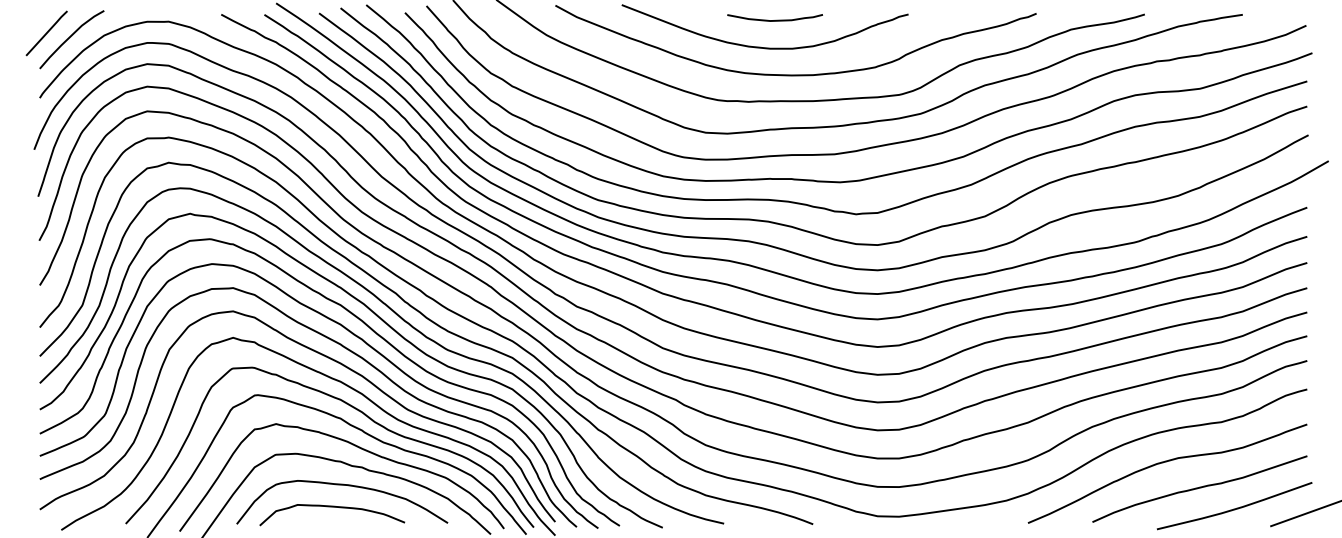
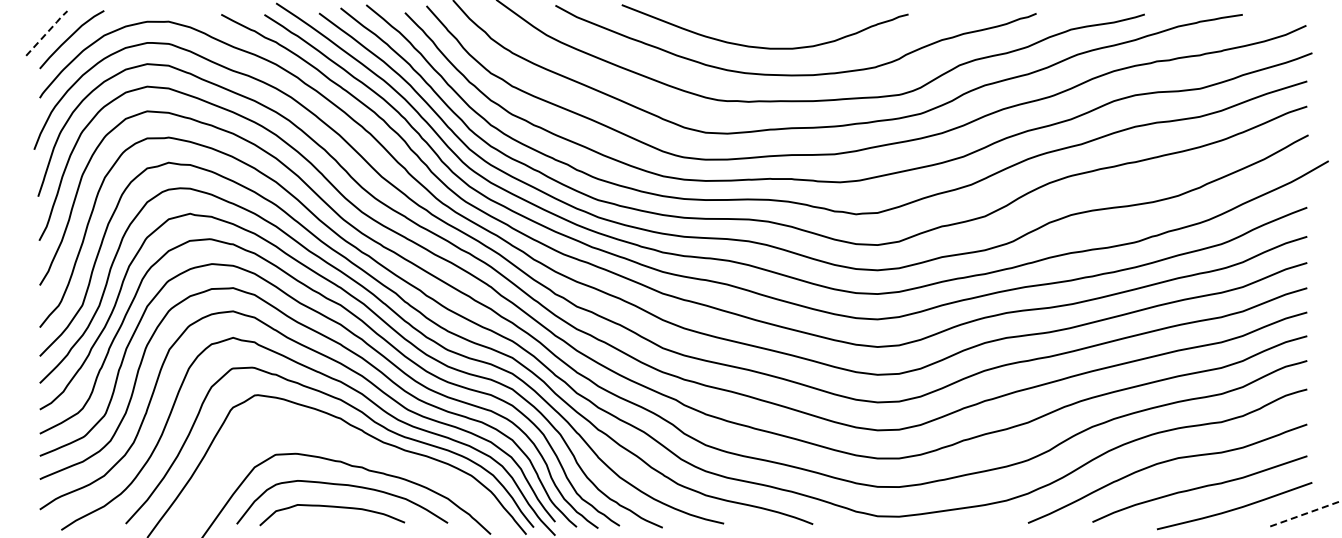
curve at (775, 19): present -> none
line at (47, 32): solid -> dashed
curve at (356, 447): present -> none
line at (1306, 513): solid -> dashed
